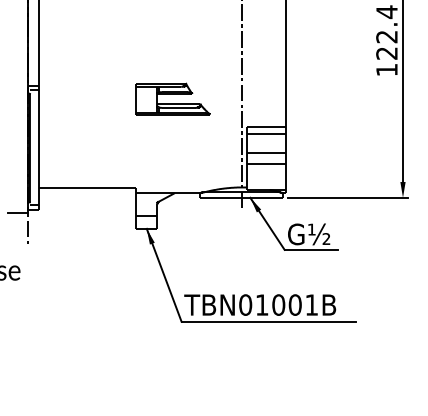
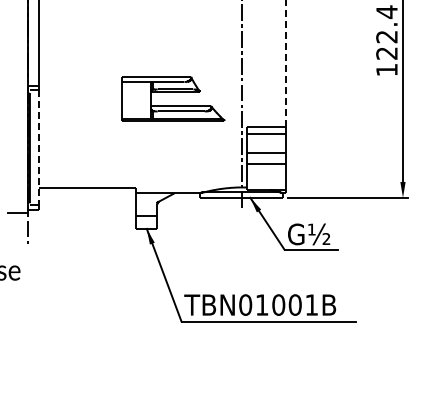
line at (286, 64): solid -> dashed
part at (172, 98) size: 76x34 px -> 105x46 px
line at (39, 147): solid -> dashed
